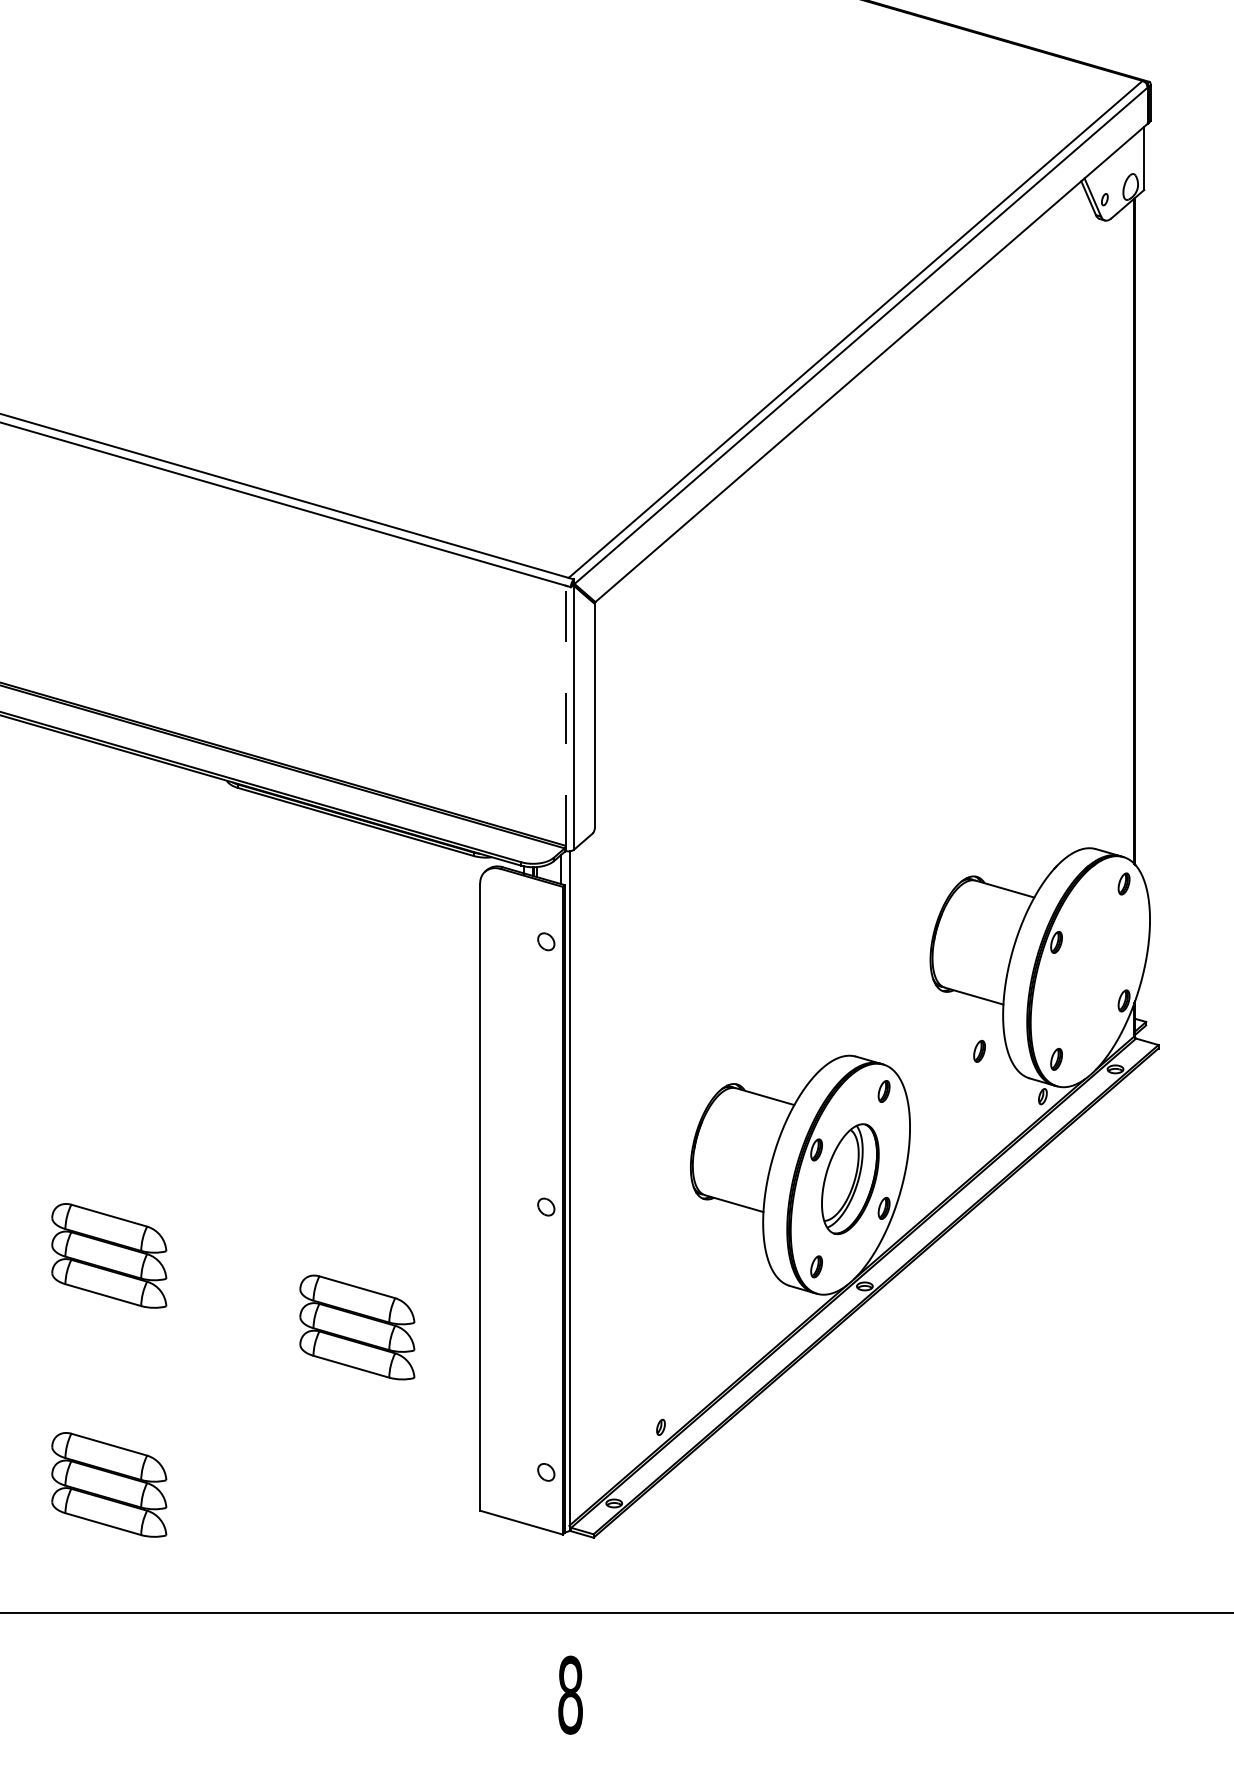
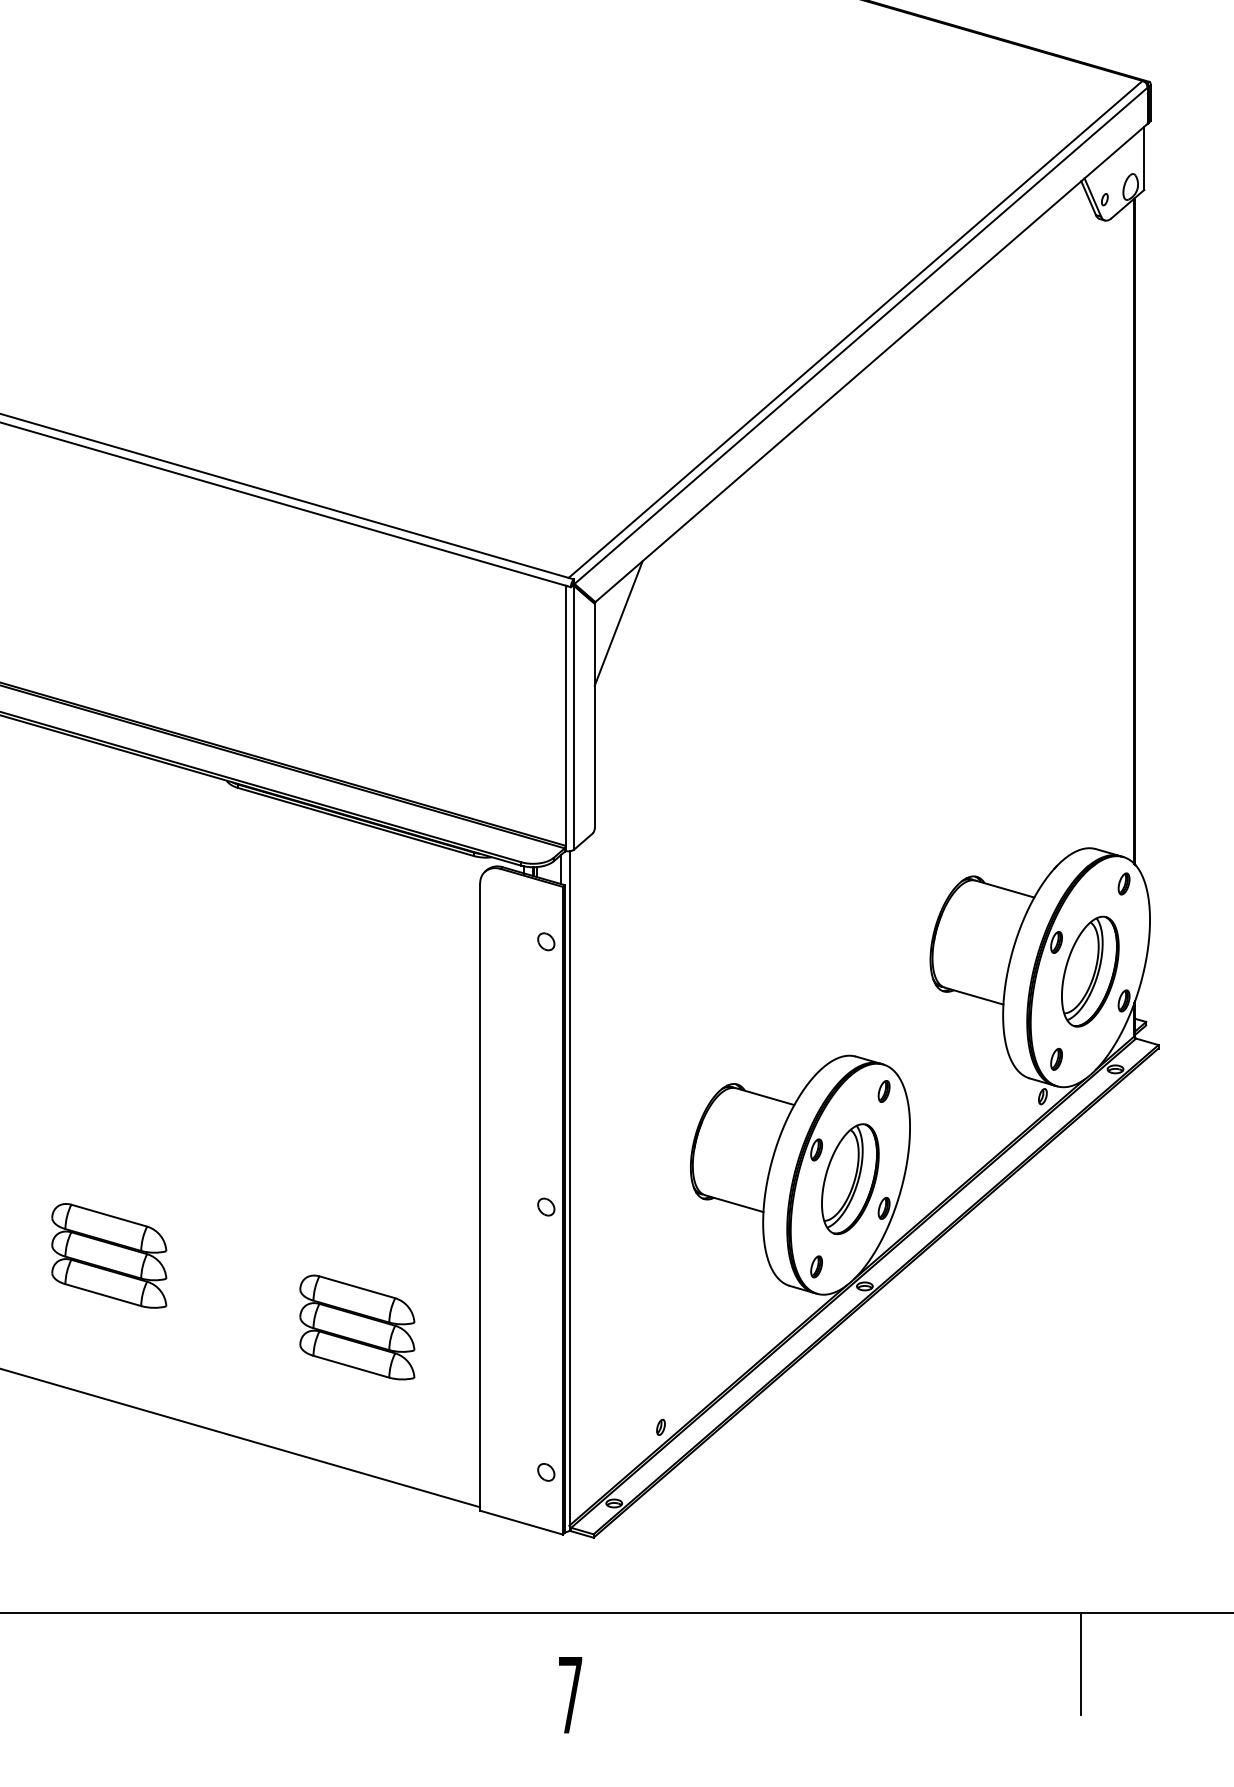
line at (618, 623): none -> present
line at (565, 715): dashed -> solid
part at (1090, 971): none -> present
part at (979, 1051): present -> none
line at (241, 1438): none -> present
part at (109, 1484): present -> none
line at (1081, 1663): none -> present
text at (570, 1694): 8 -> 7
